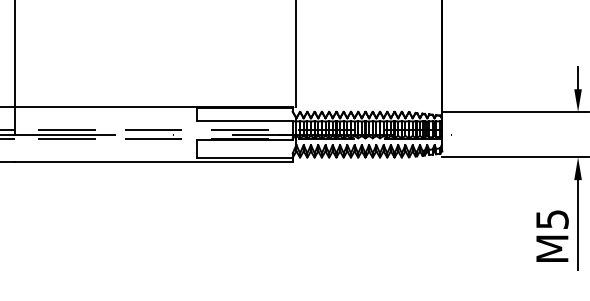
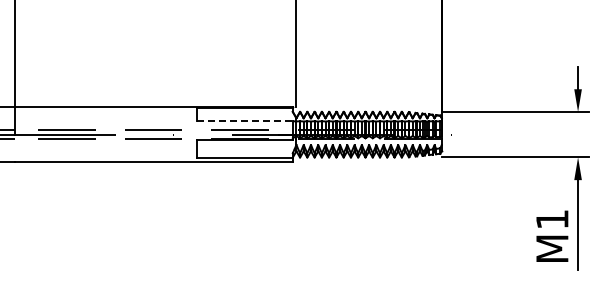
line at (245, 121): solid -> dashed
text at (552, 219): M5 -> M1
